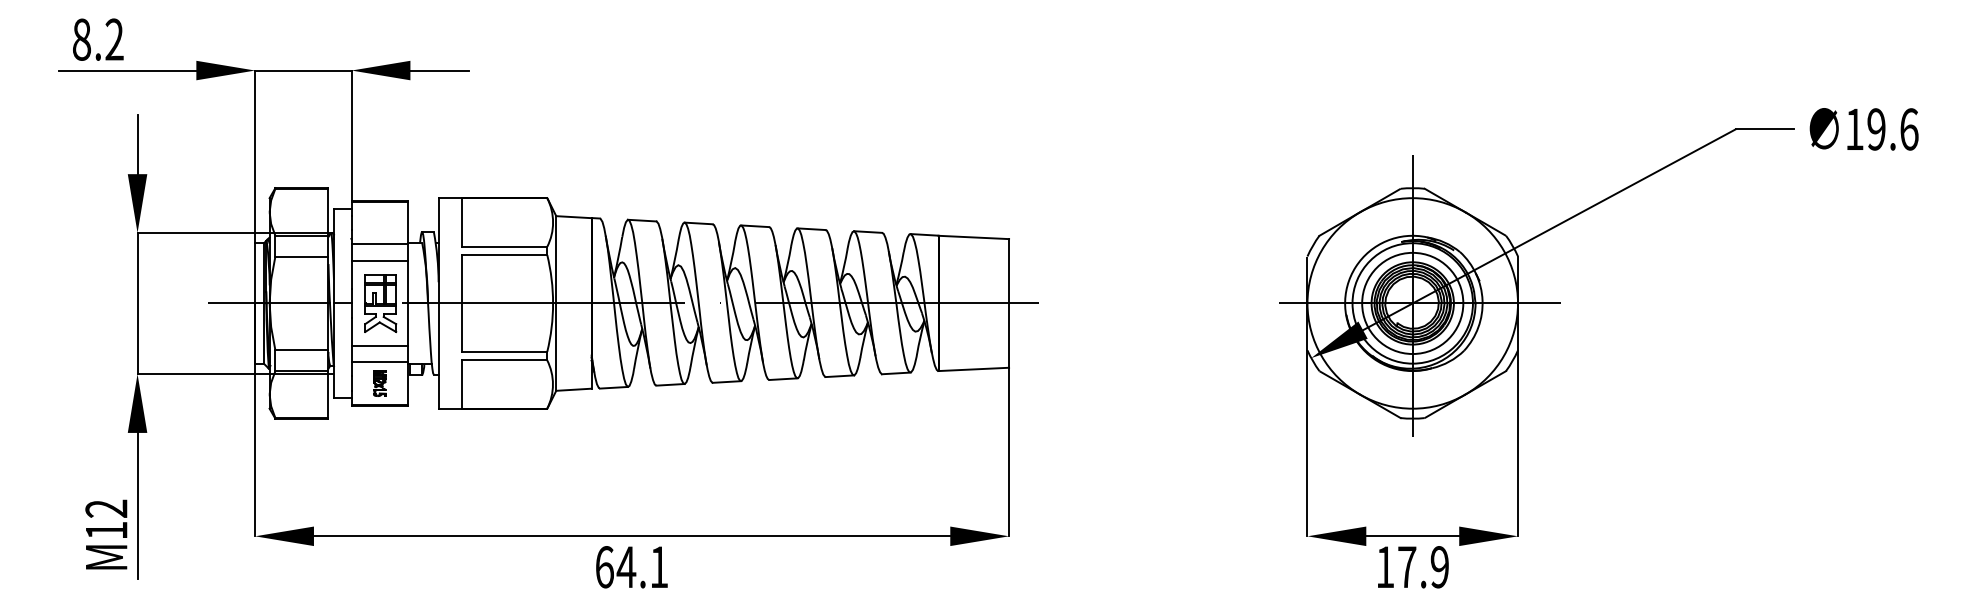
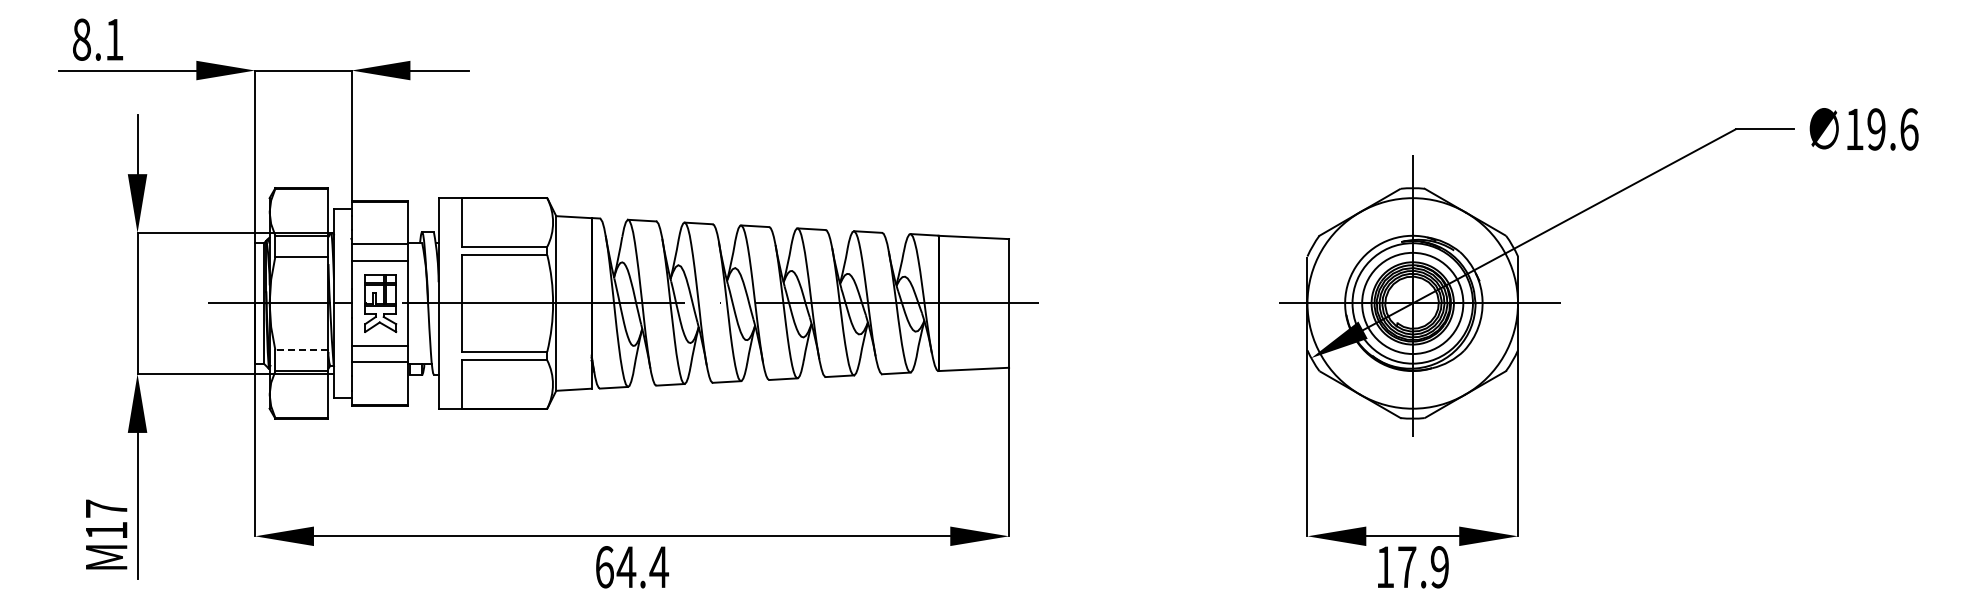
text at (114, 39): 8.2 -> 8.1
line at (301, 350): solid -> dashed
part at (379, 383): present -> none
text at (106, 508): 12 -> 17
text at (659, 566): 64.1 -> 64.4
